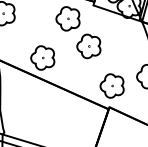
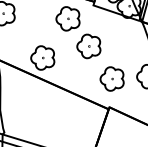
part at (111, 85) position: (111, 85) -> (111, 78)
